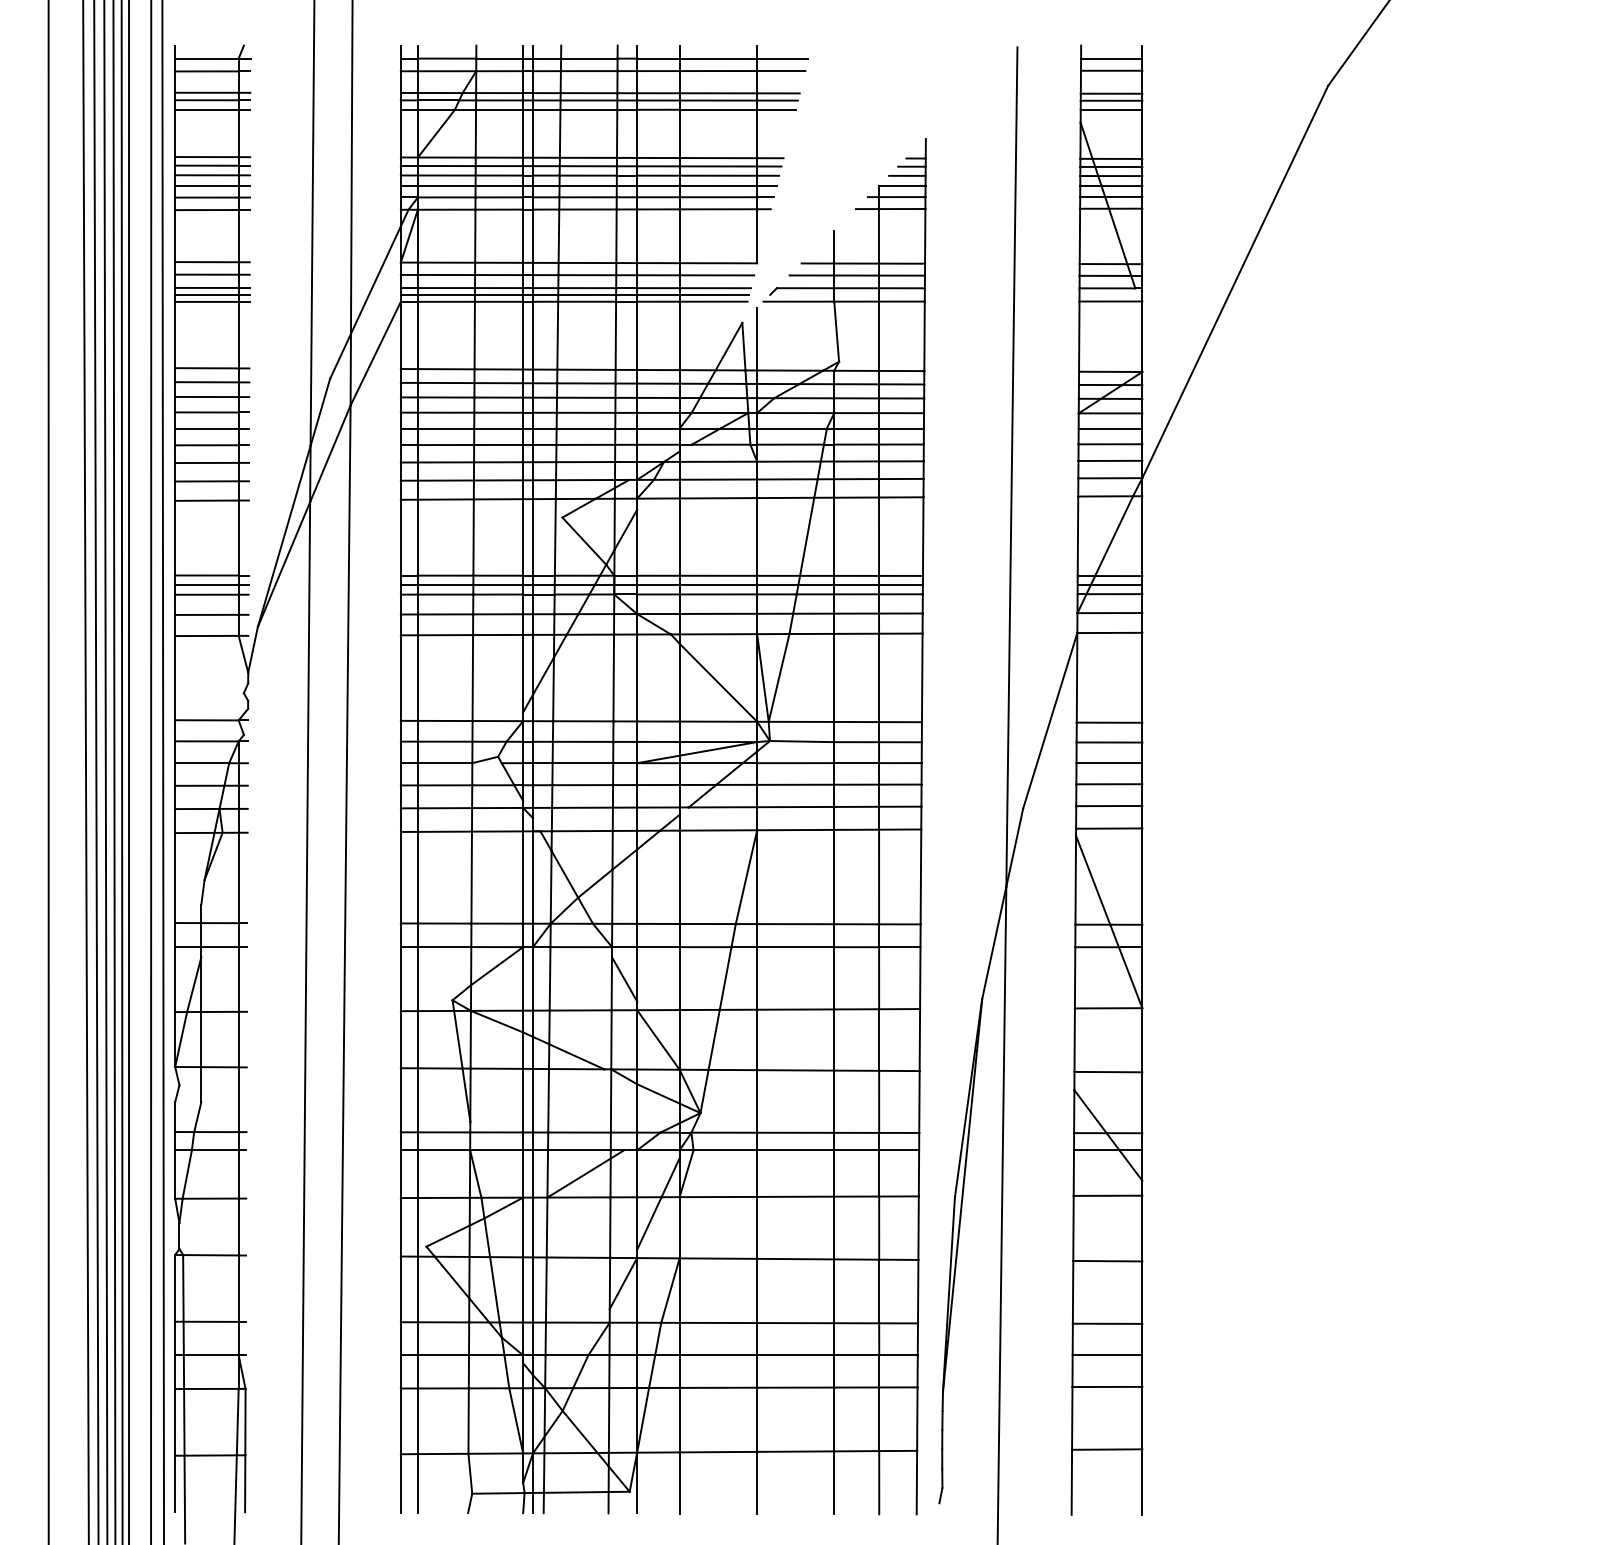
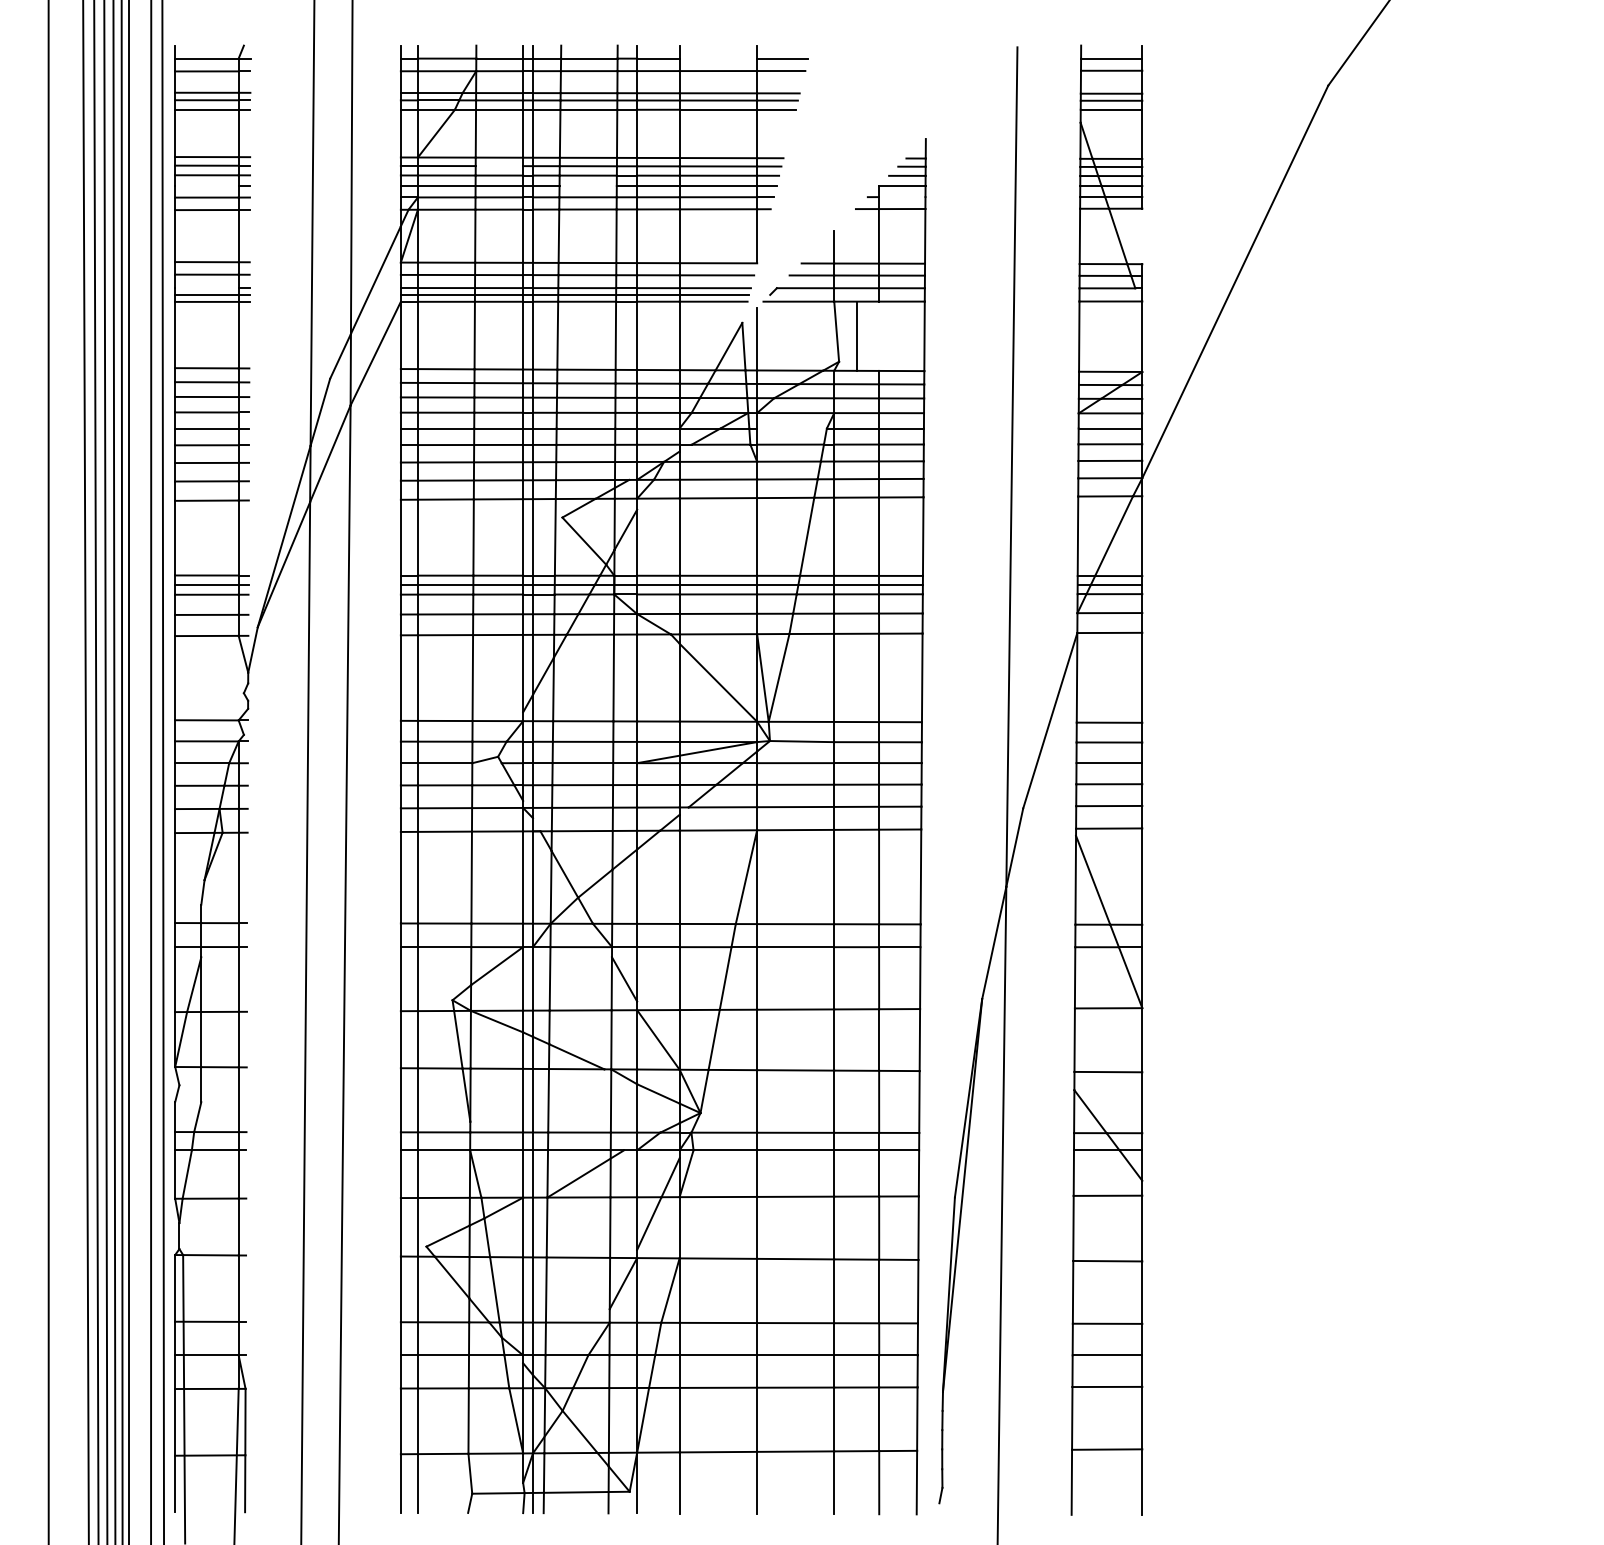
line at (718, 58): present -> none
line at (499, 166): present -> none
line at (206, 185): present -> none
line at (587, 185): present -> none
line at (901, 197): present -> none
line at (1142, 236): present -> none
line at (206, 287): present -> none
line at (878, 335) position: (878, 335) -> (856, 335)
line at (791, 428): present -> none
